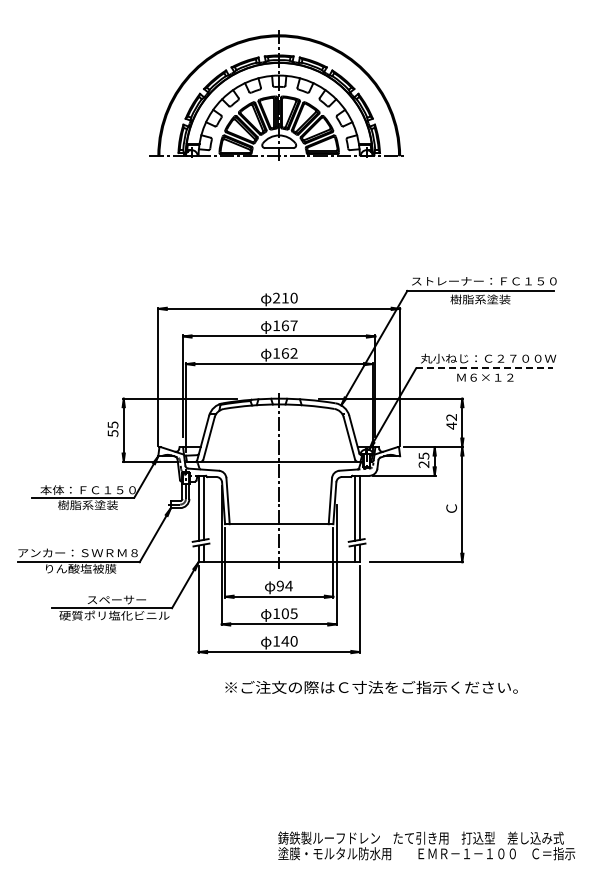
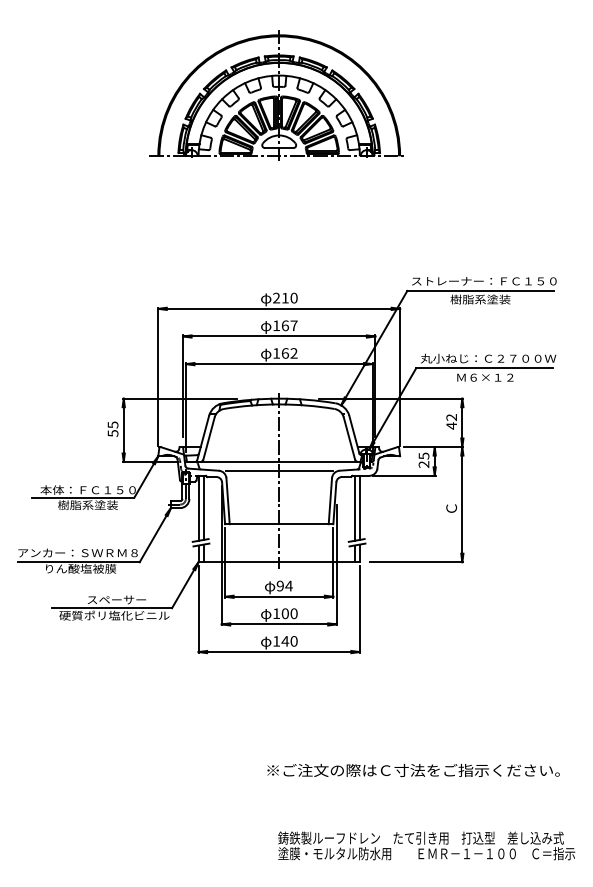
line at (484, 368): dashed -> solid
line at (278, 470): none -> present
text at (293, 613): 105 -> 100
text at (371, 686) position: (371, 686) -> (413, 769)
